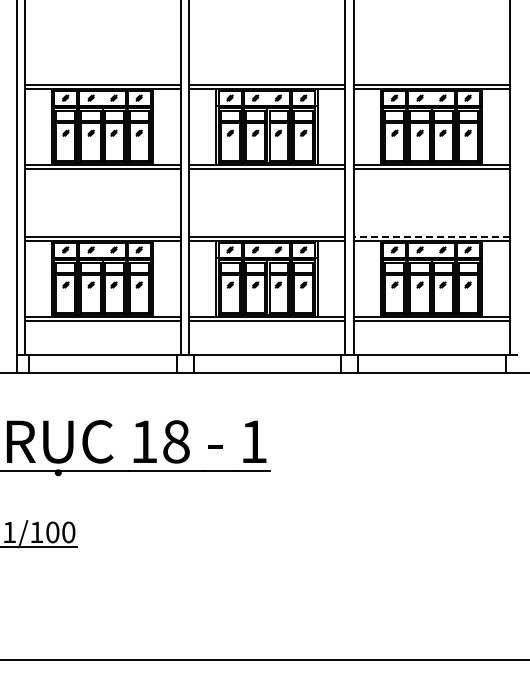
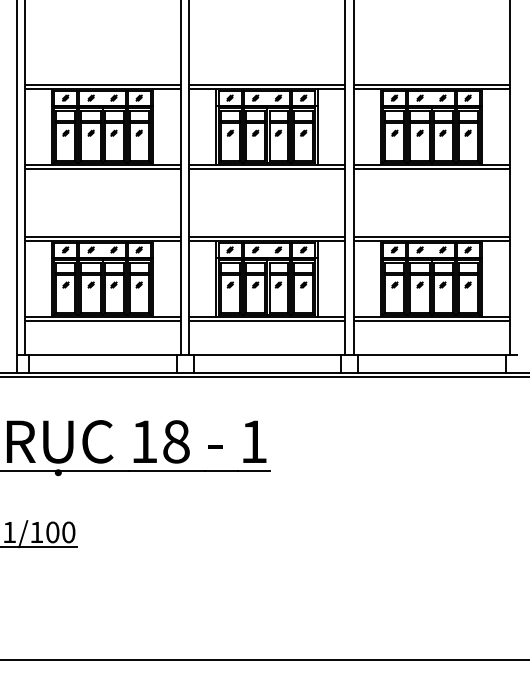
line at (431, 236): dashed -> solid
line at (264, 377): none -> present
